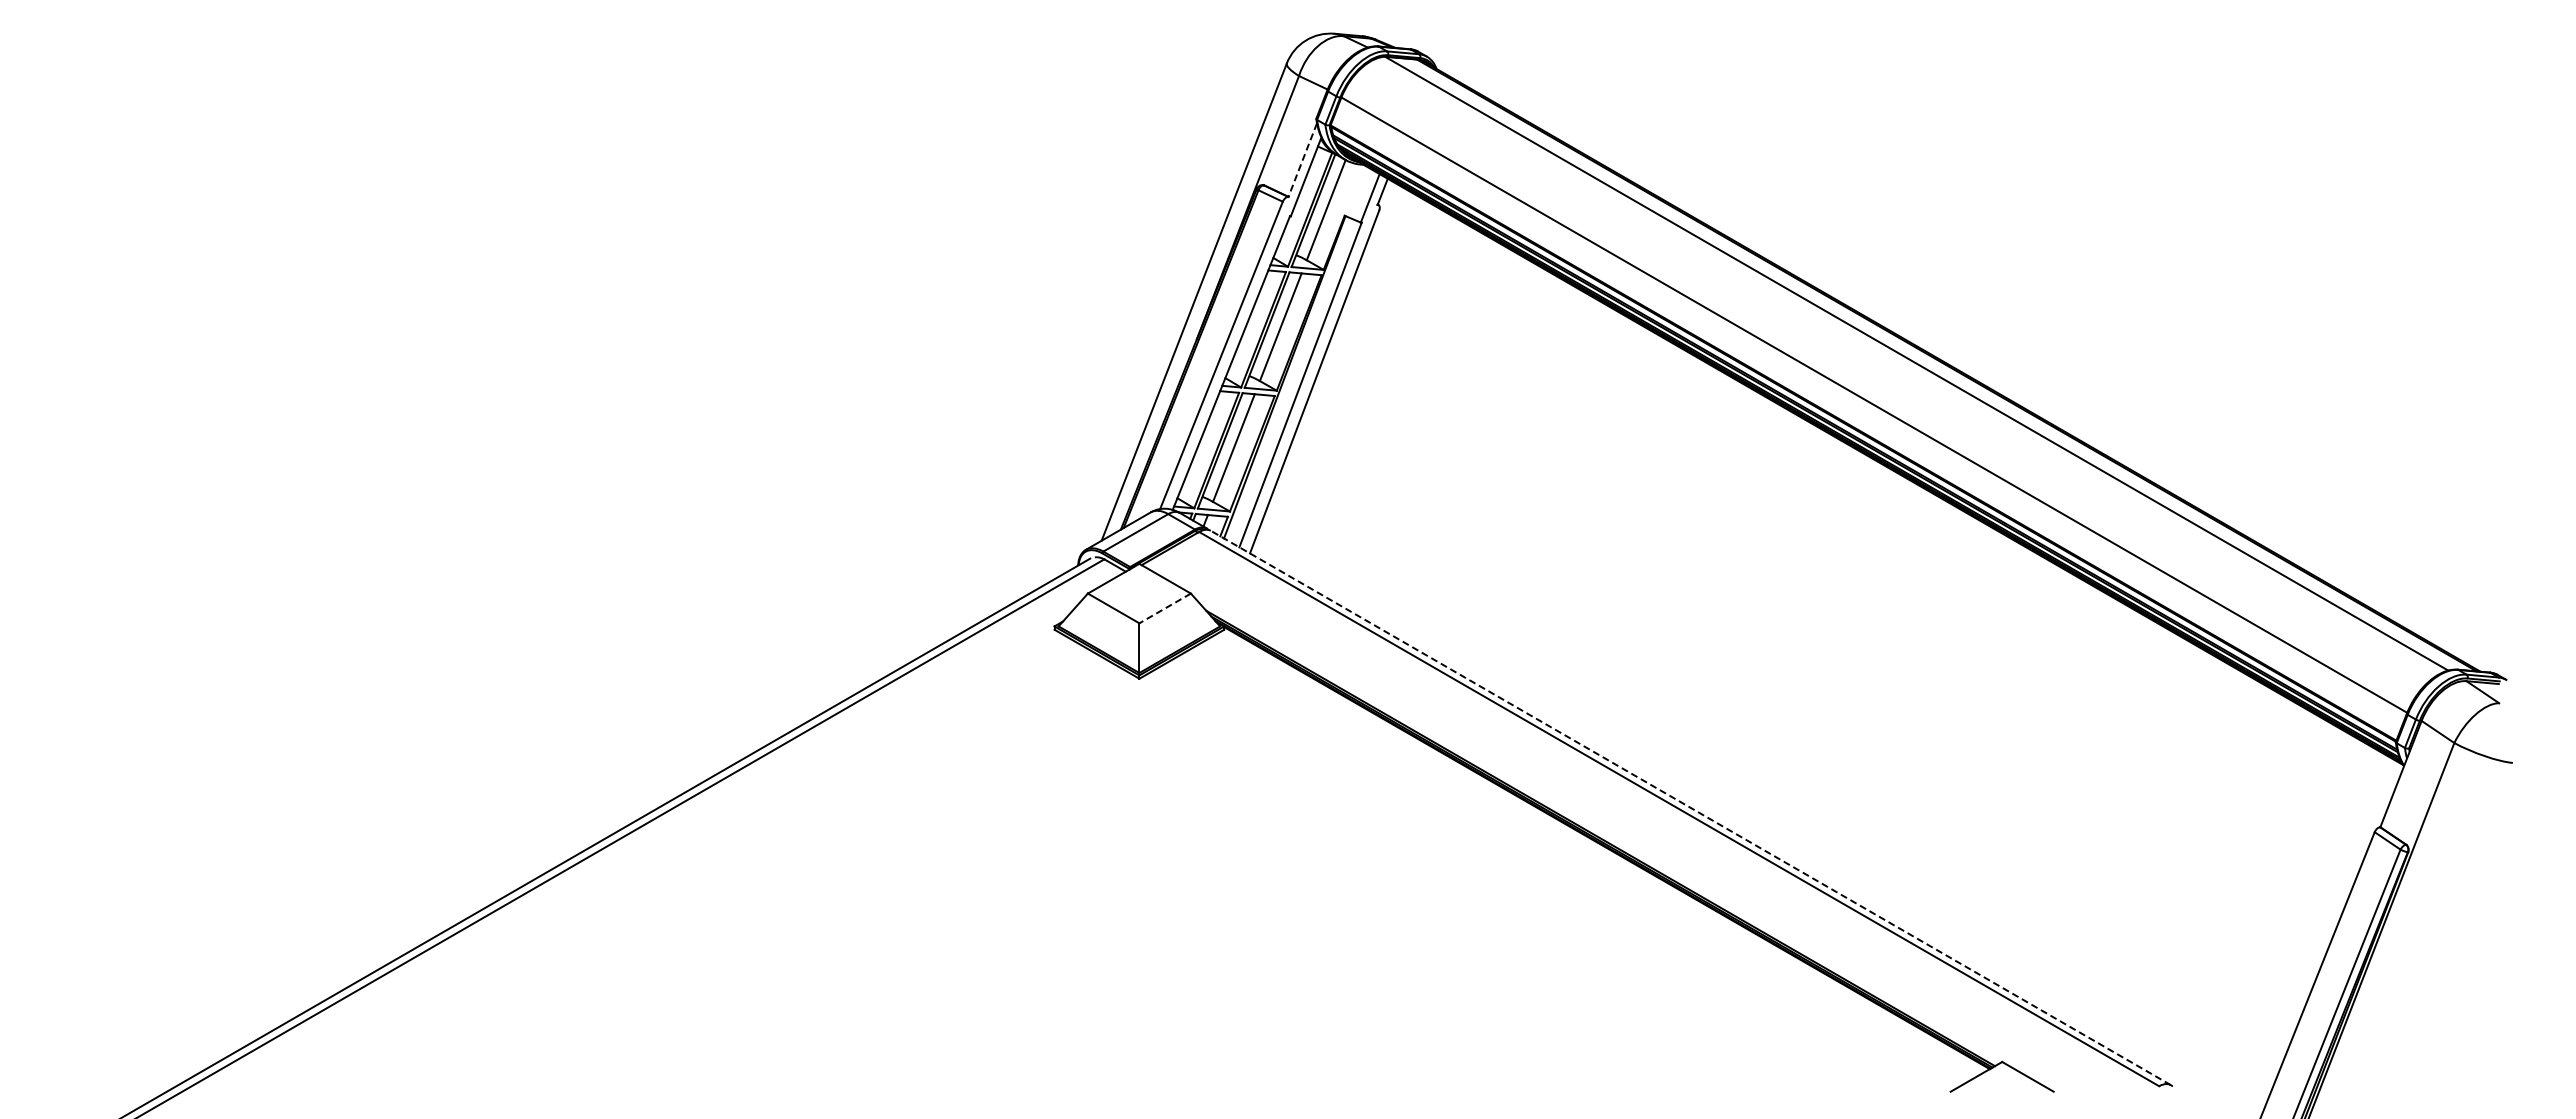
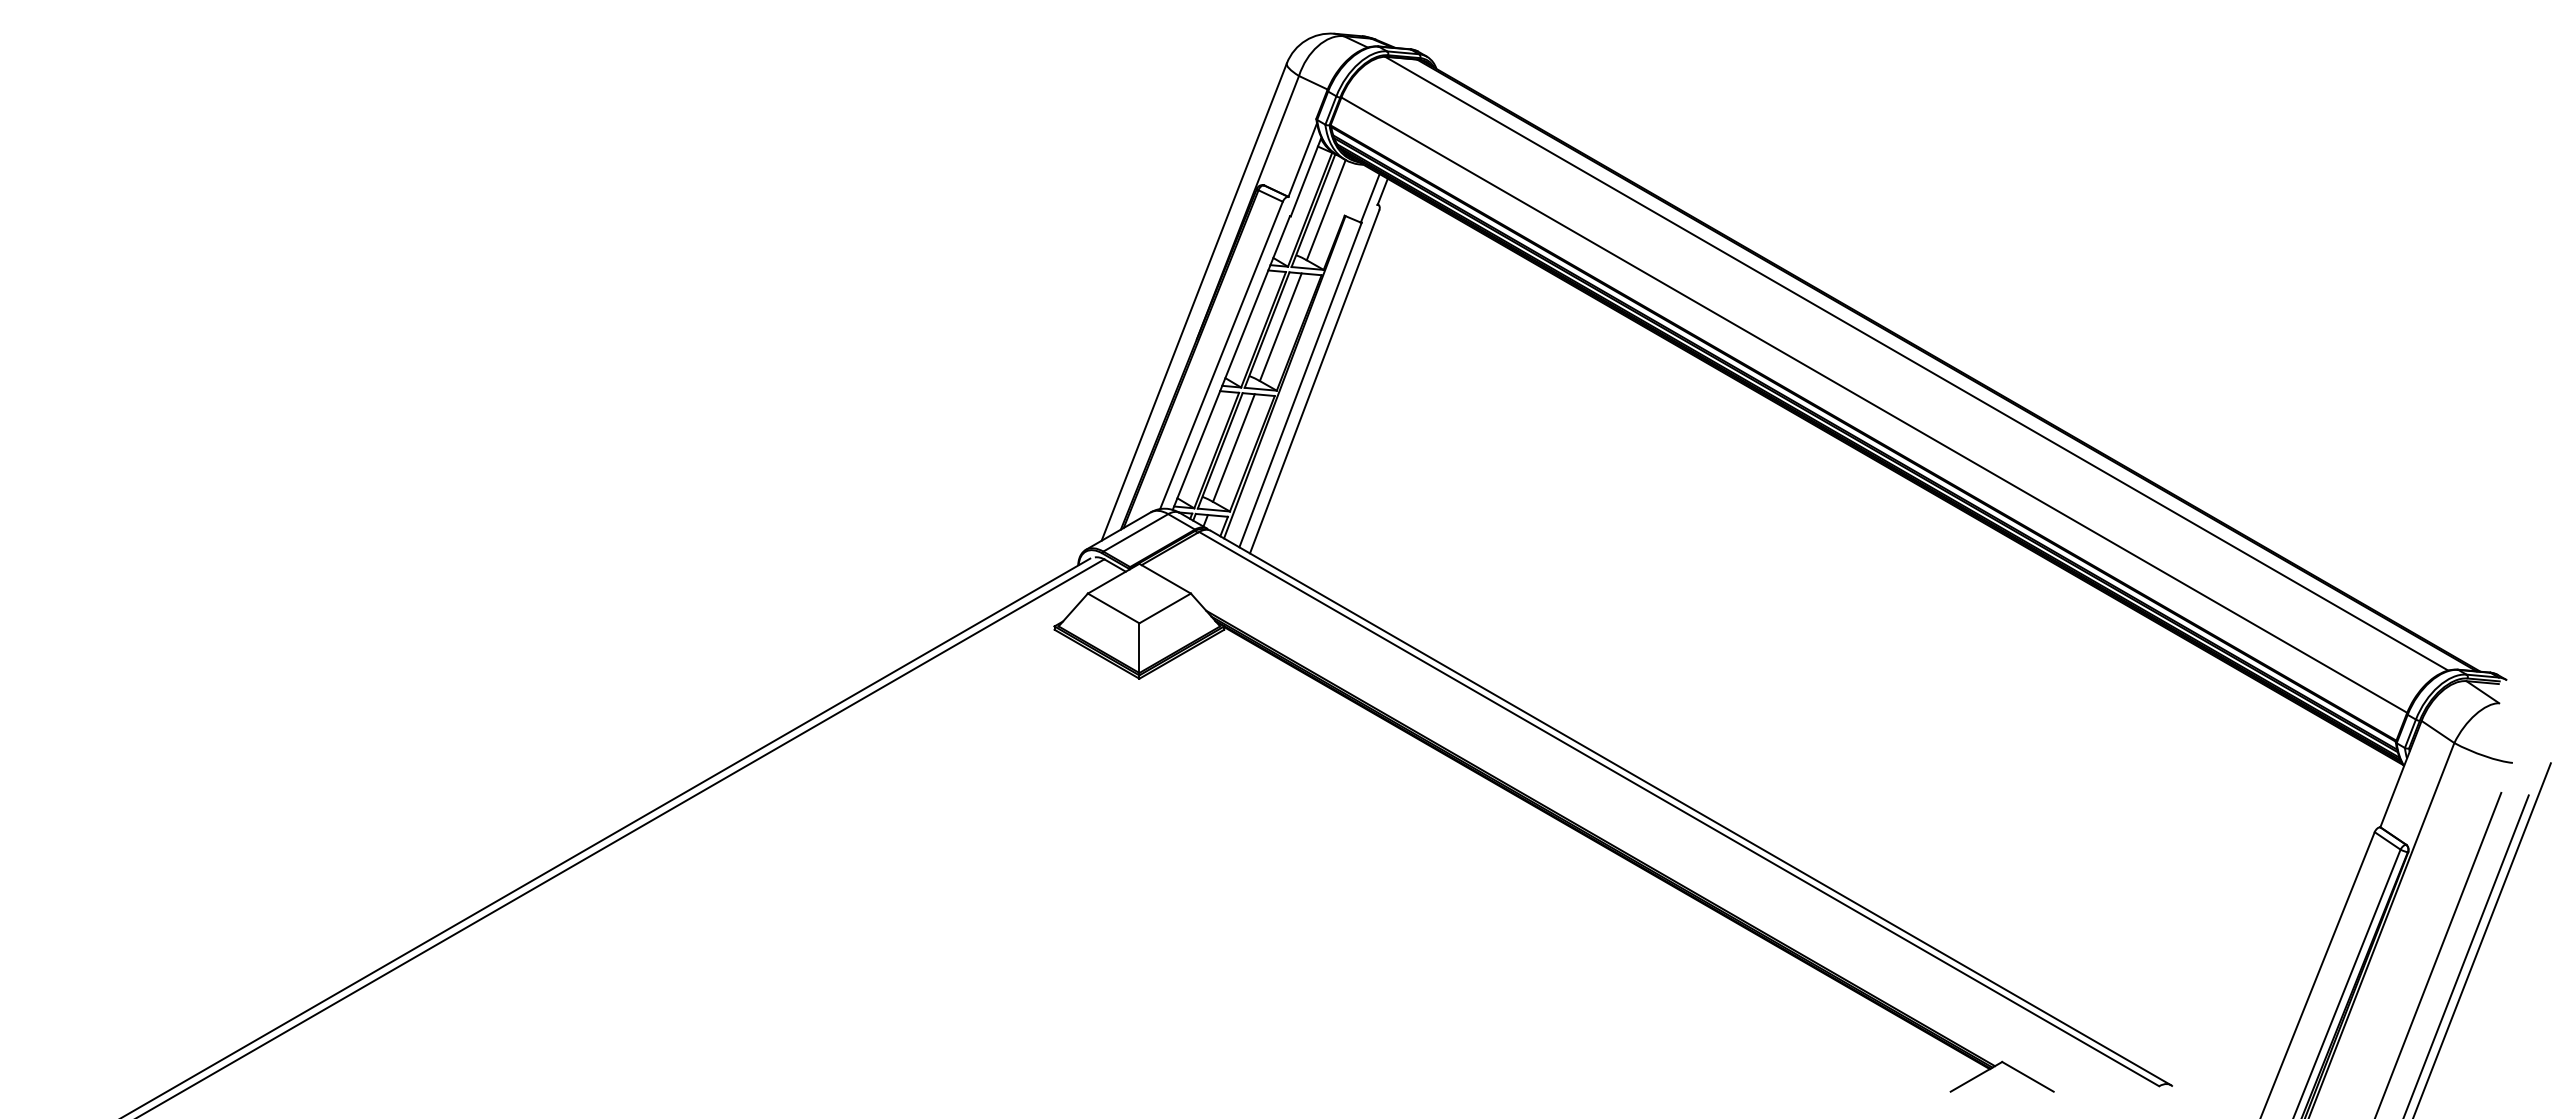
line at (1302, 160): dashed -> solid
line at (1165, 608): dashed -> solid
line at (1690, 807): dashed -> solid
line at (2482, 939): none -> present
line at (2438, 953): none -> present
line at (2466, 955): none -> present
